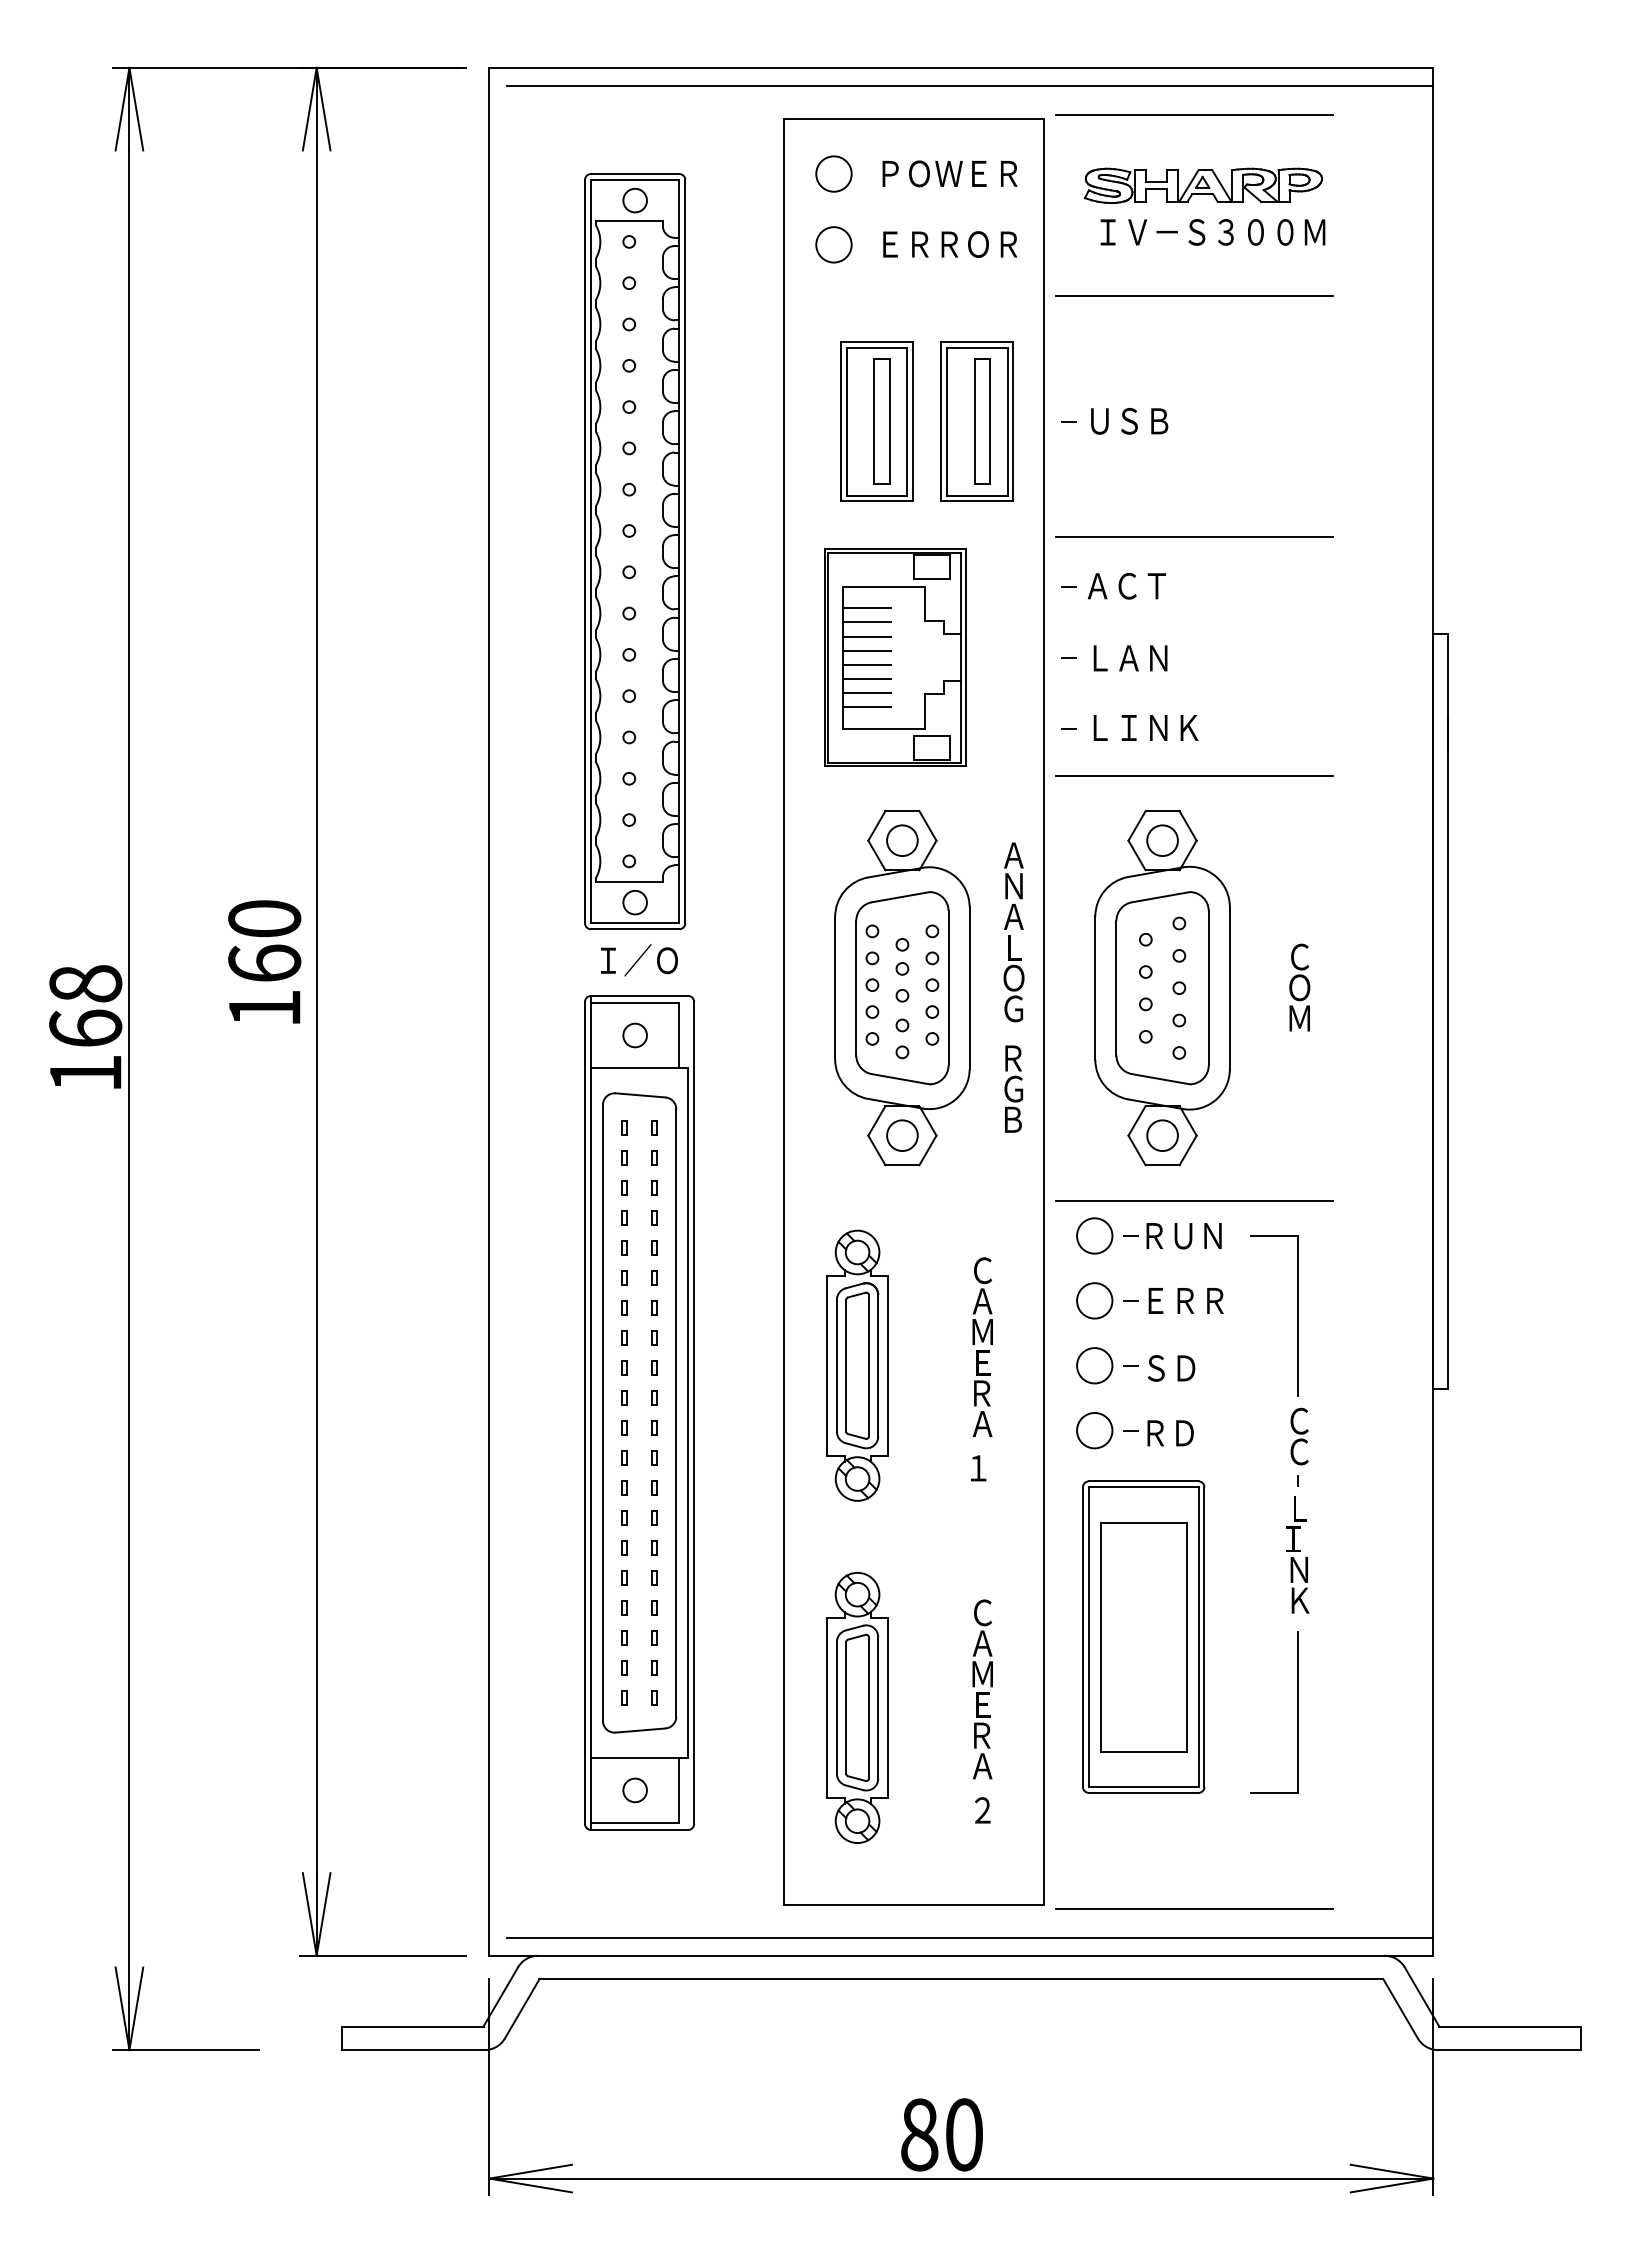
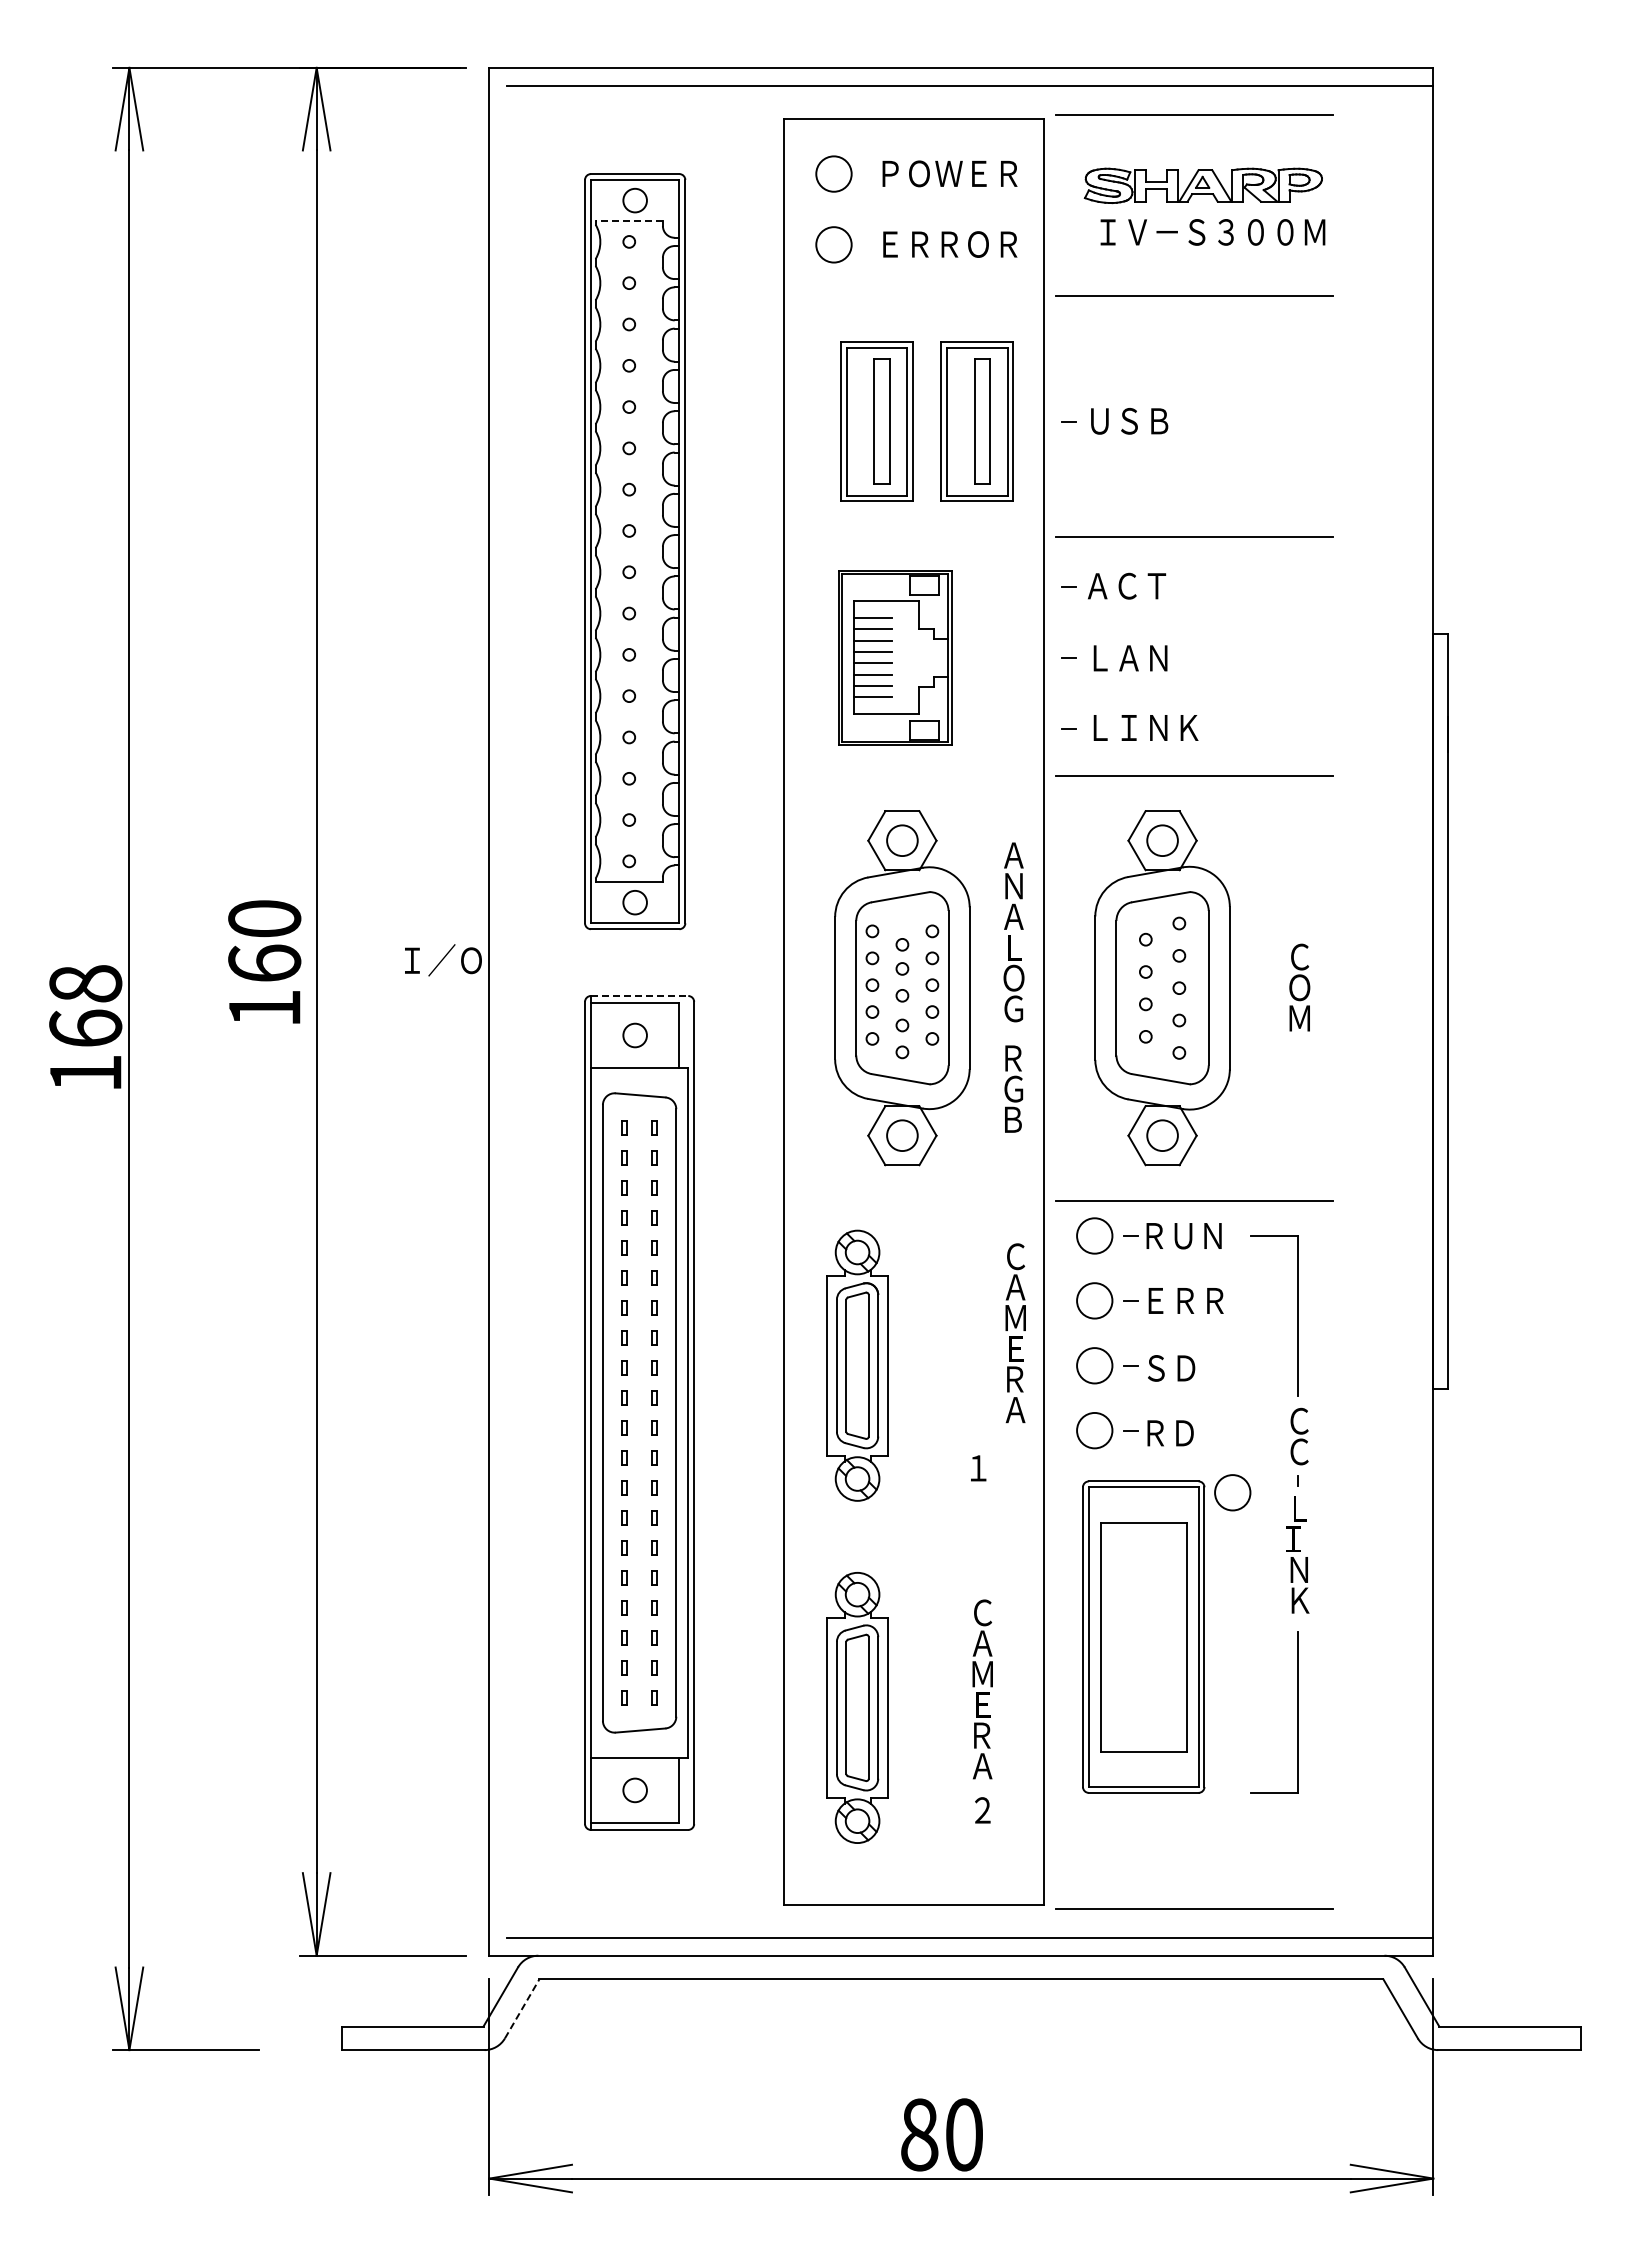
line at (629, 221): solid -> dashed
part at (895, 657) size: 143x219 px -> 115x176 px
text at (639, 960) position: (639, 960) -> (443, 960)
line at (639, 995): solid -> dashed
text at (982, 1347) position: (982, 1347) -> (1015, 1333)
circle at (1232, 1492): none -> present
line at (522, 2008): solid -> dashed
